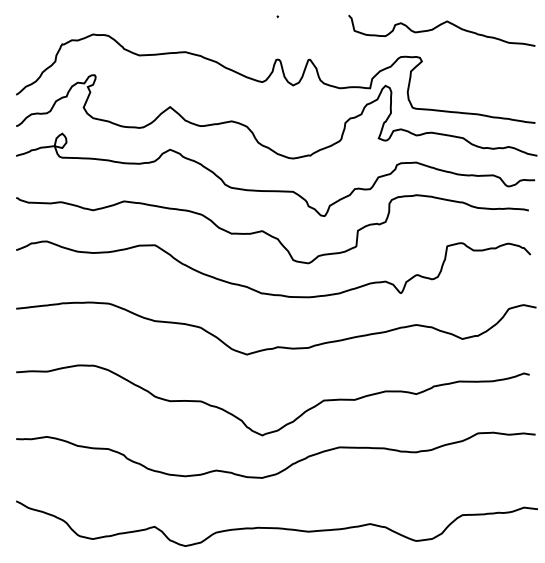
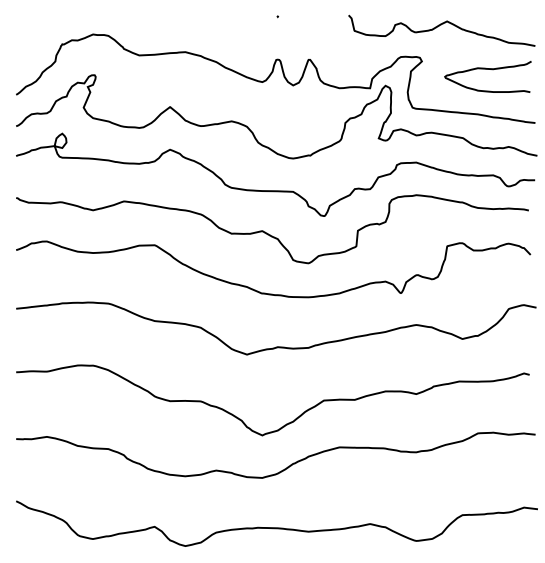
curve at (487, 69): none -> present
